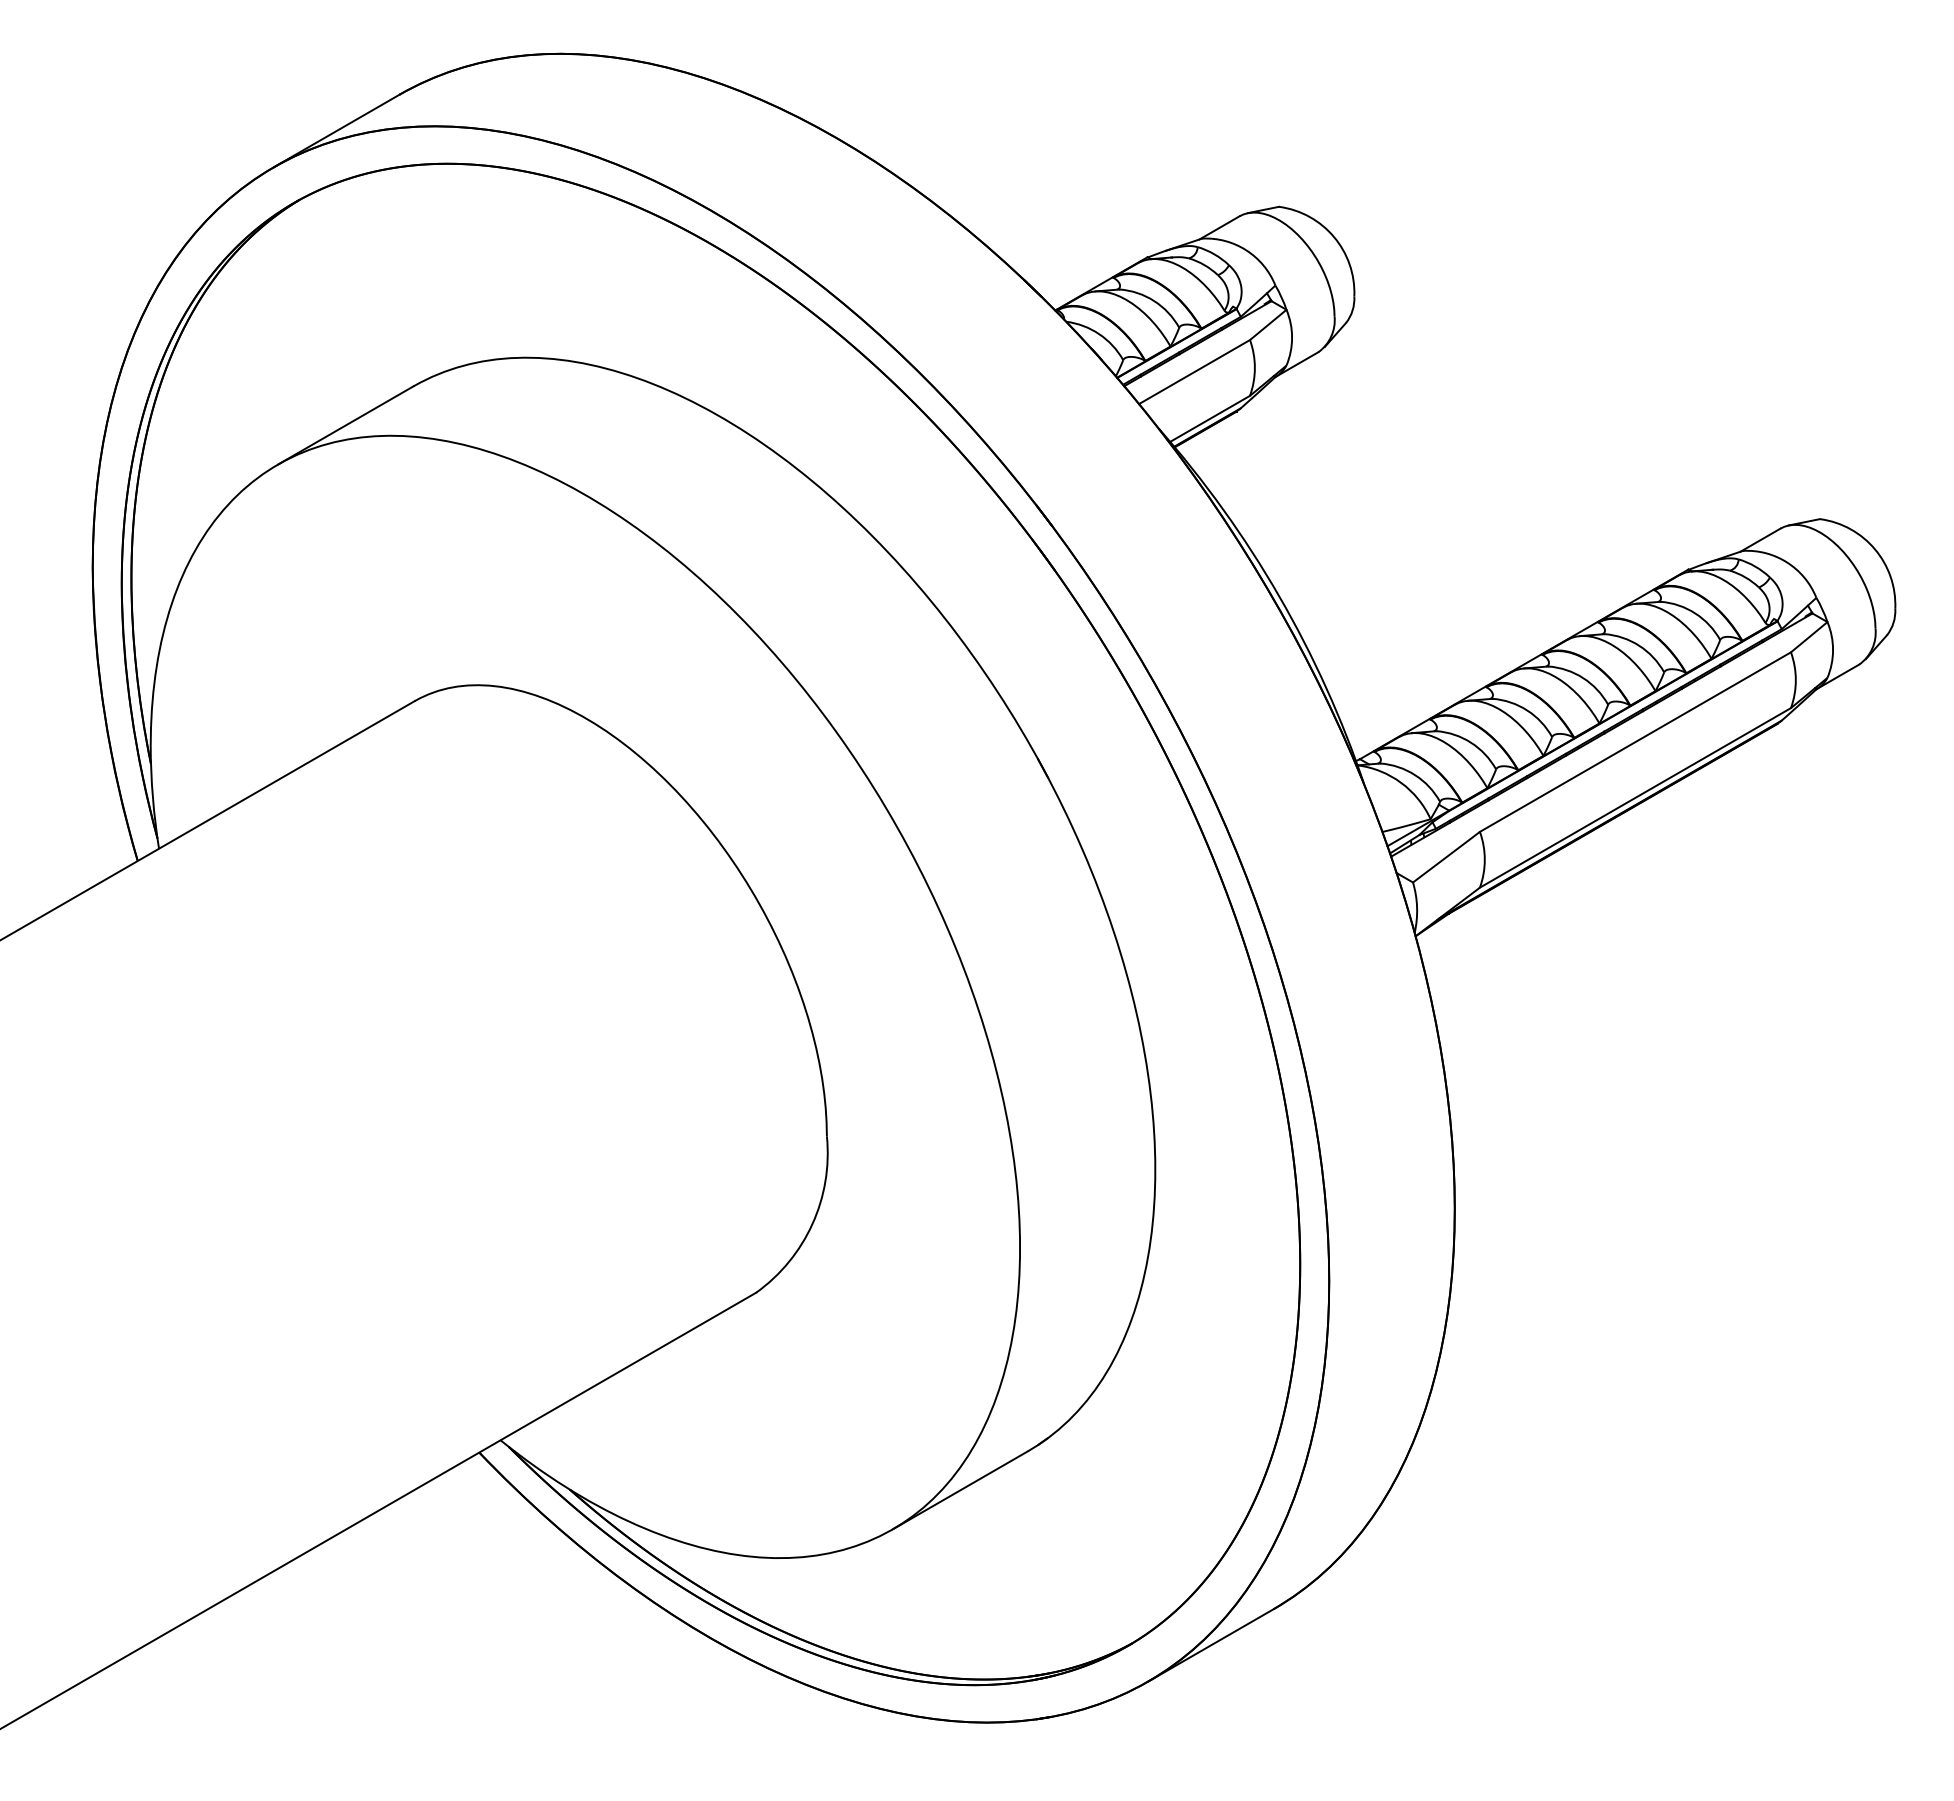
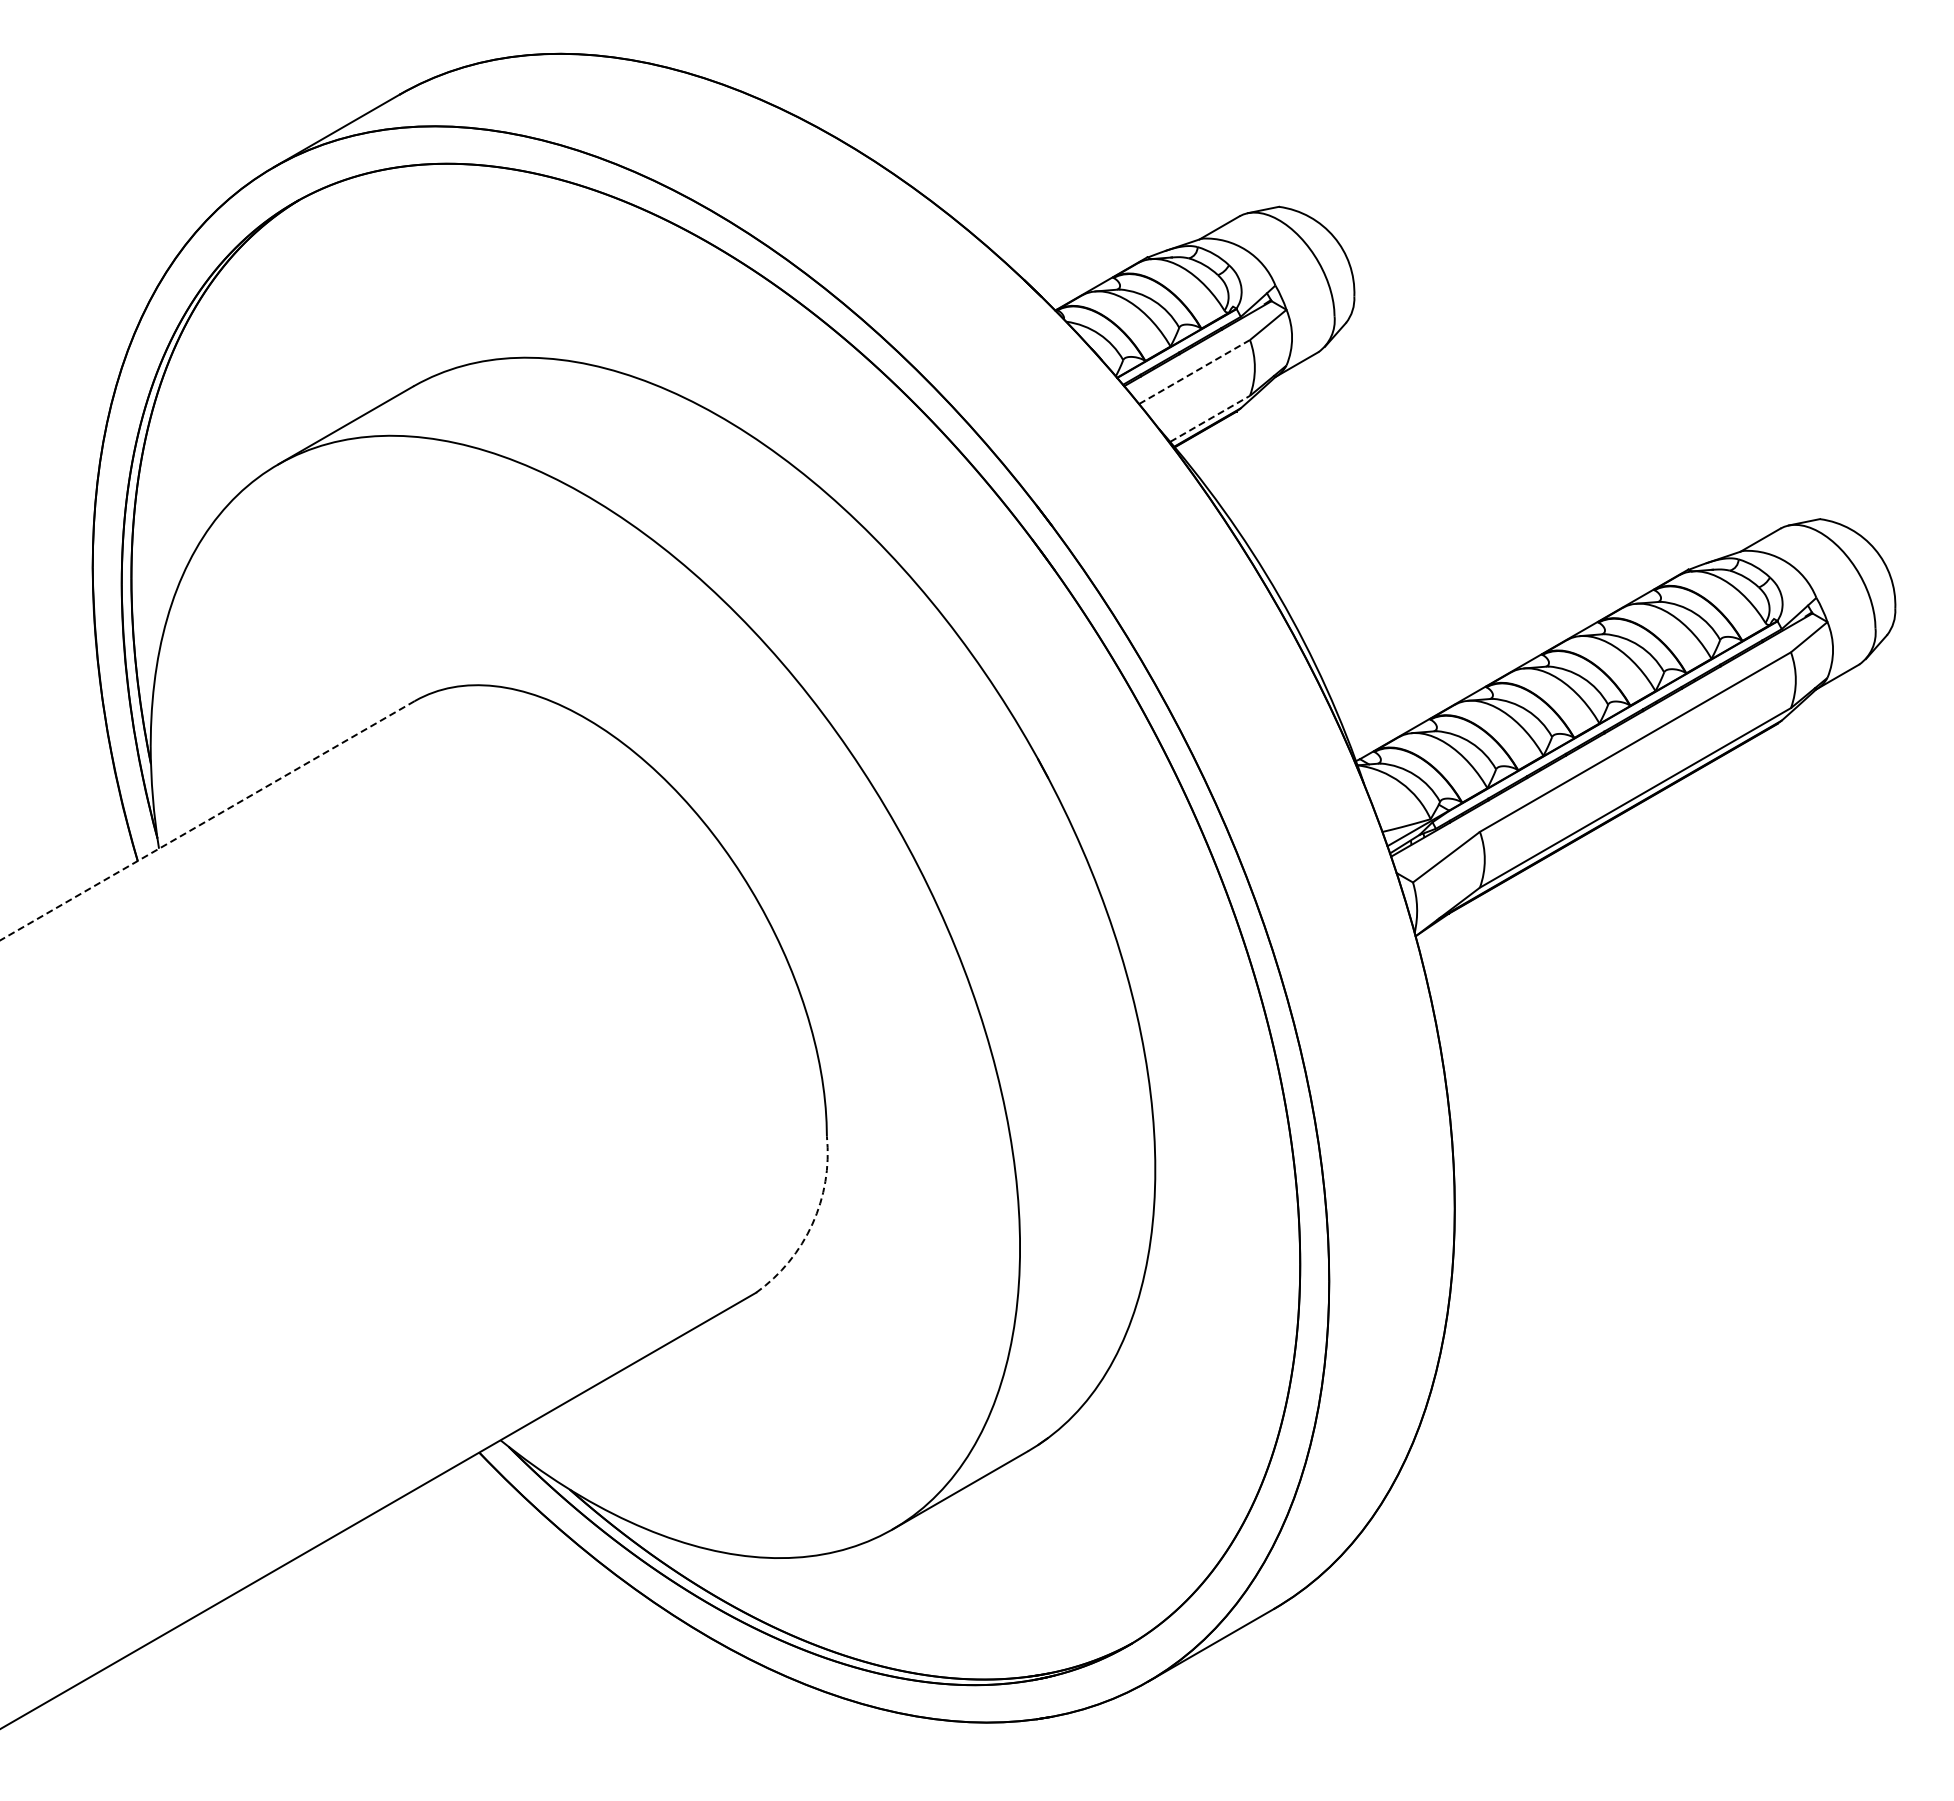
line at (1194, 372): solid -> dashed
line at (1210, 418): solid -> dashed
line at (207, 820): solid -> dashed
arc at (812, 1224): solid -> dashed
